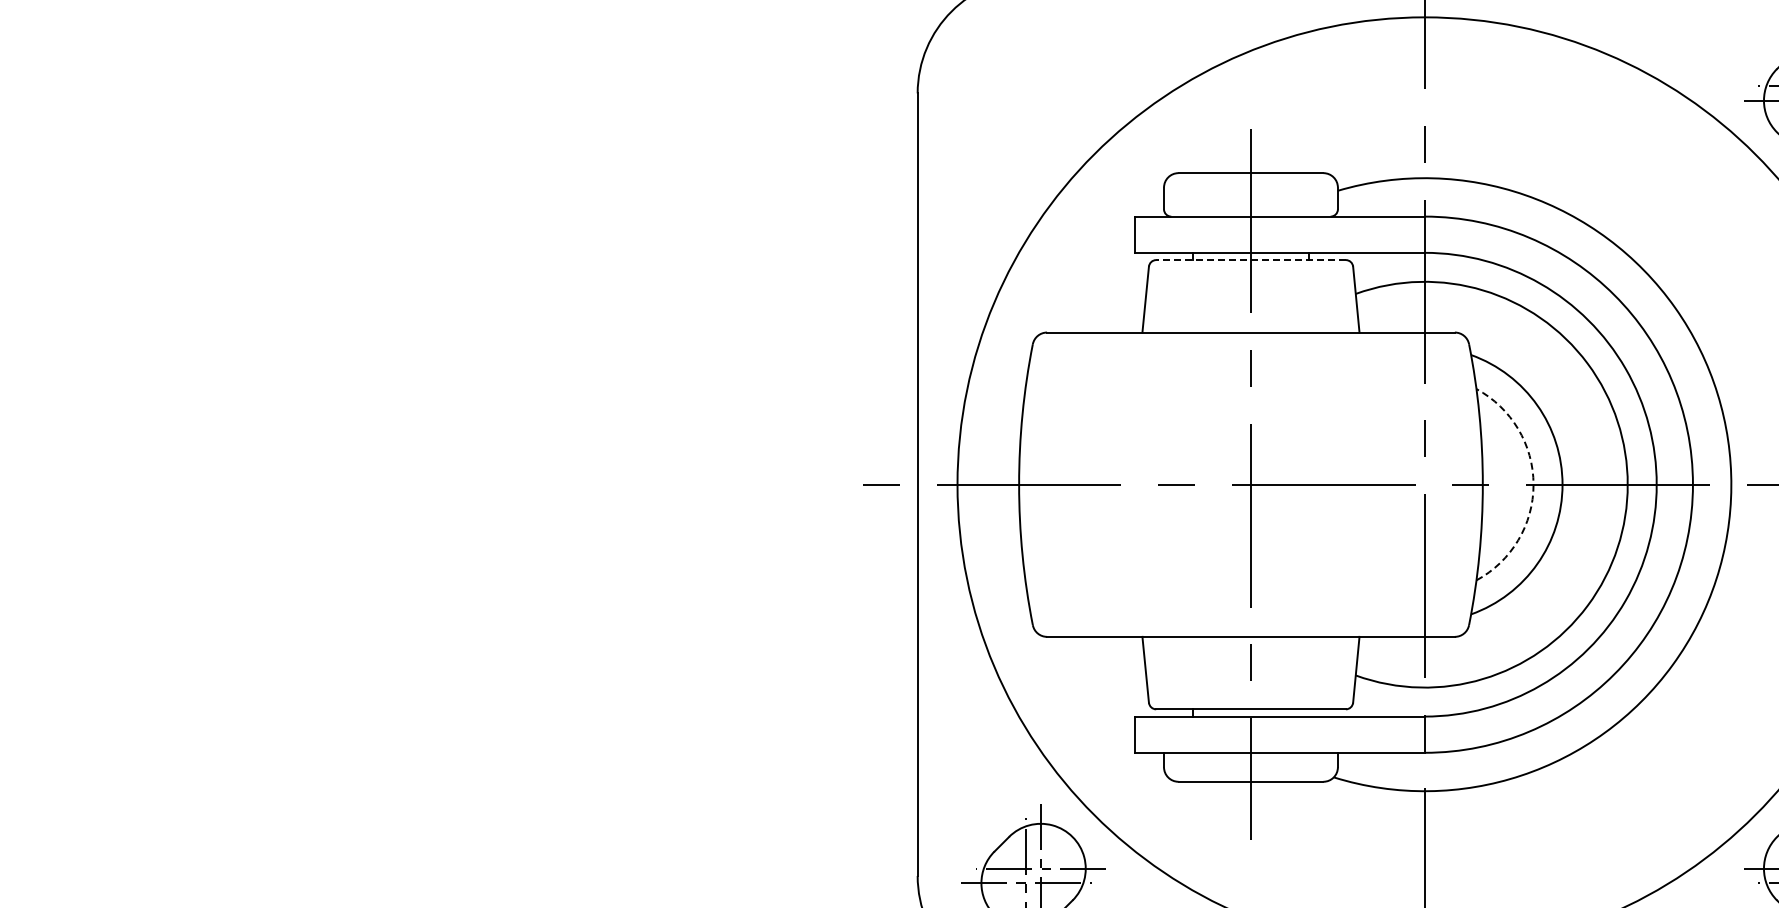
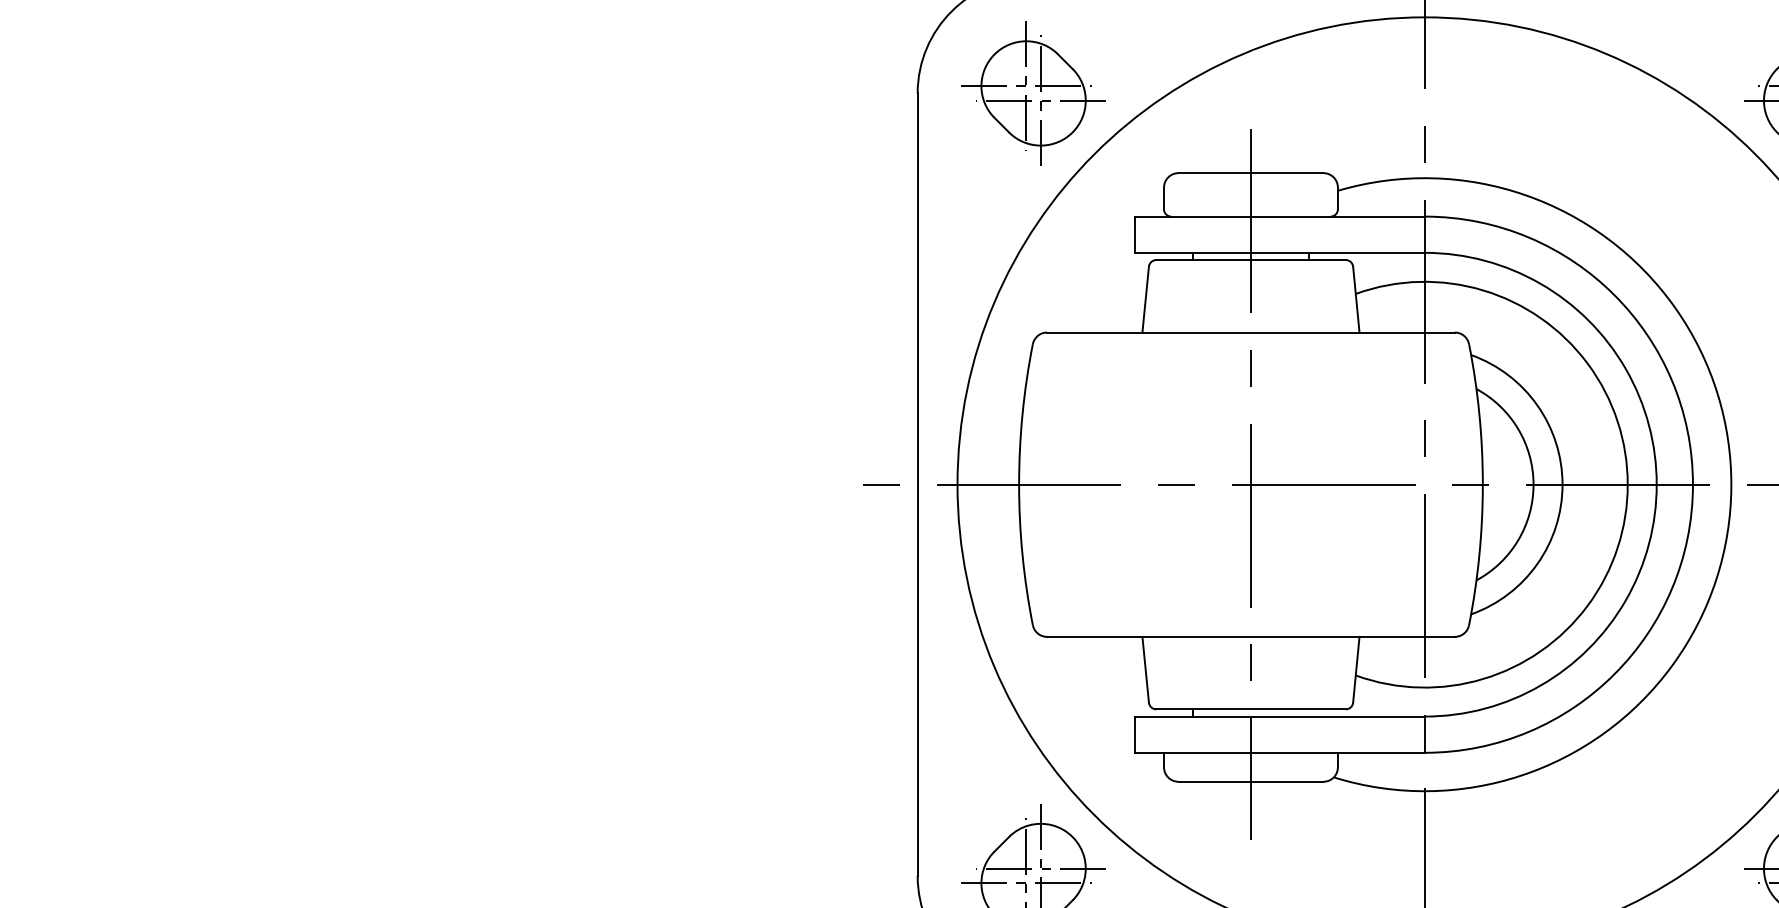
part at (1033, 93): none -> present
line at (1251, 260): dashed -> solid
arc at (1533, 484): dashed -> solid
